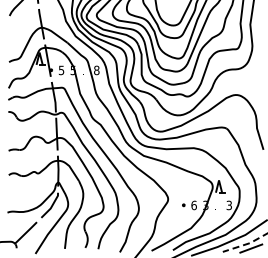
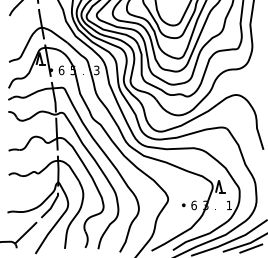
text at (61, 70): 5 -> 6
text at (96, 70): 8 -> 3
text at (228, 205): 3 -> 1
line at (246, 244): dashed -> solid
